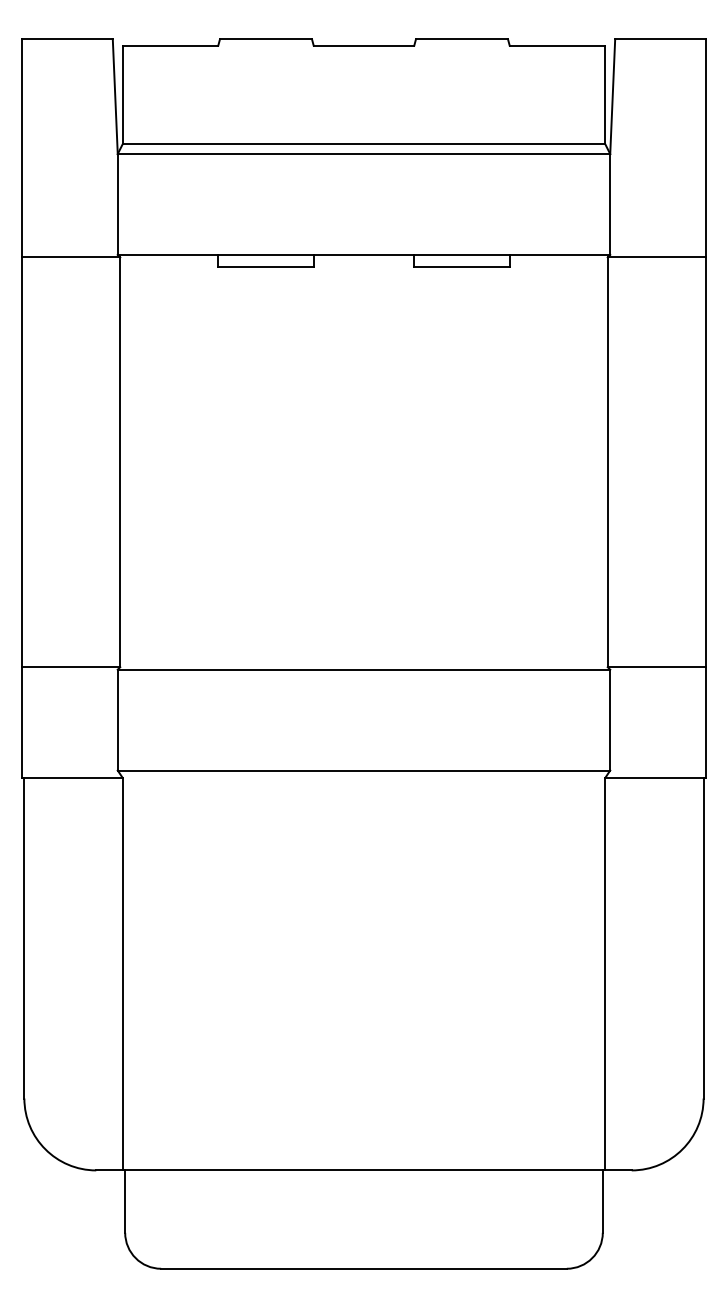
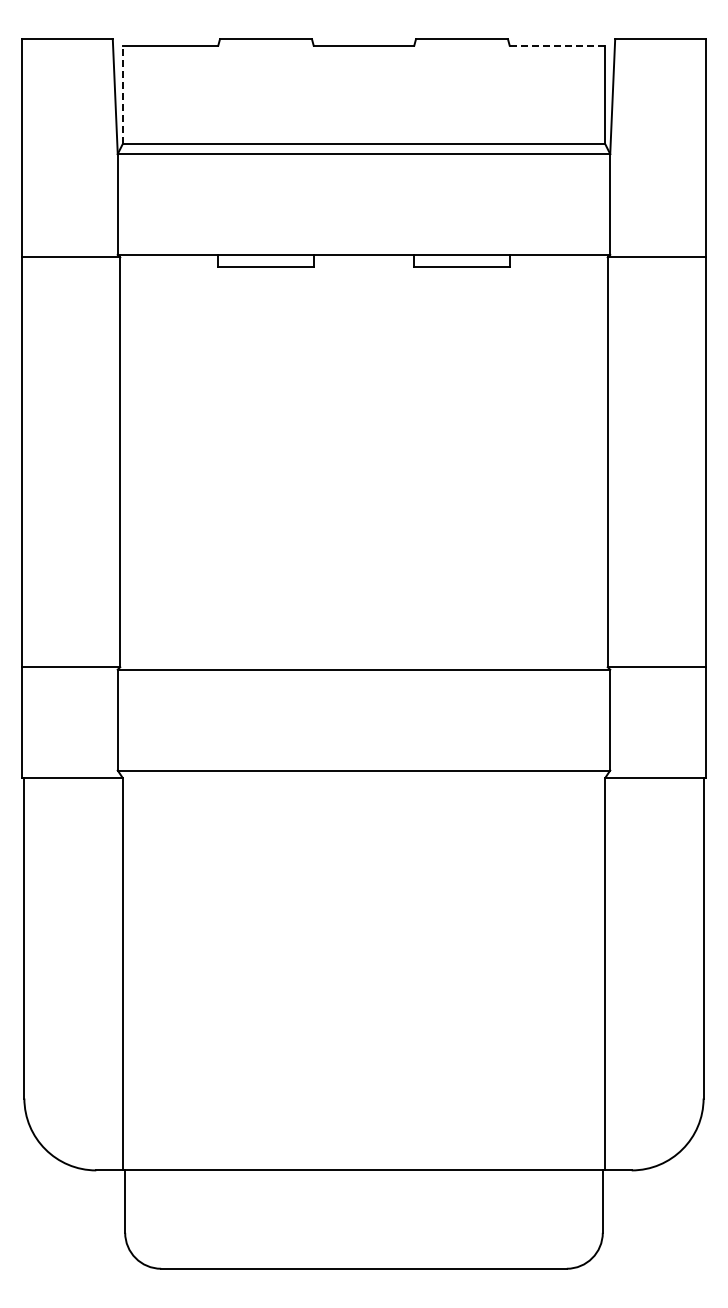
line at (557, 45): solid -> dashed
line at (122, 94): solid -> dashed
